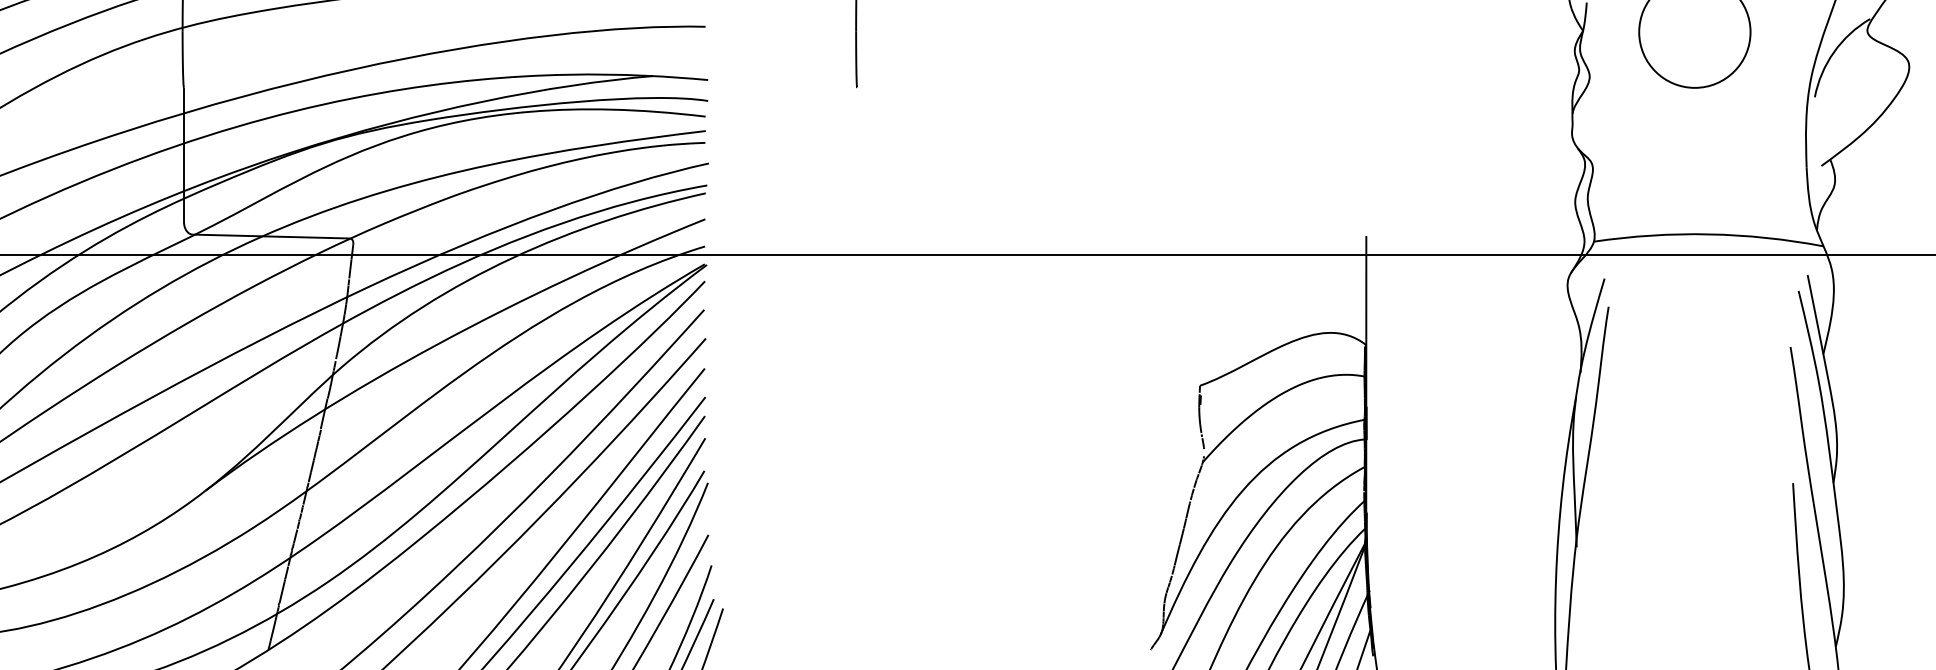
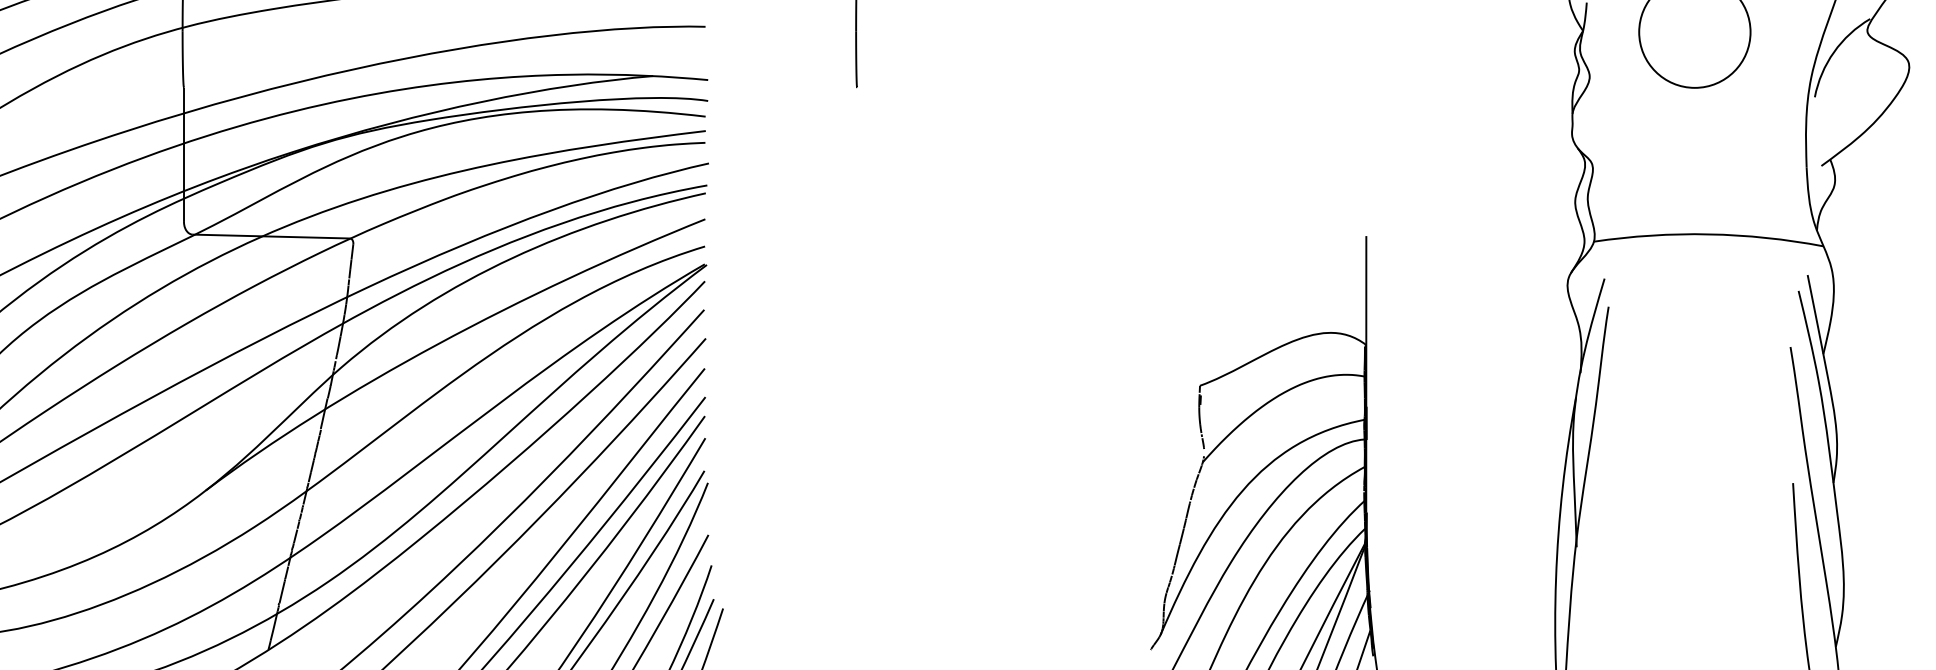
line at (967, 254): present -> none
